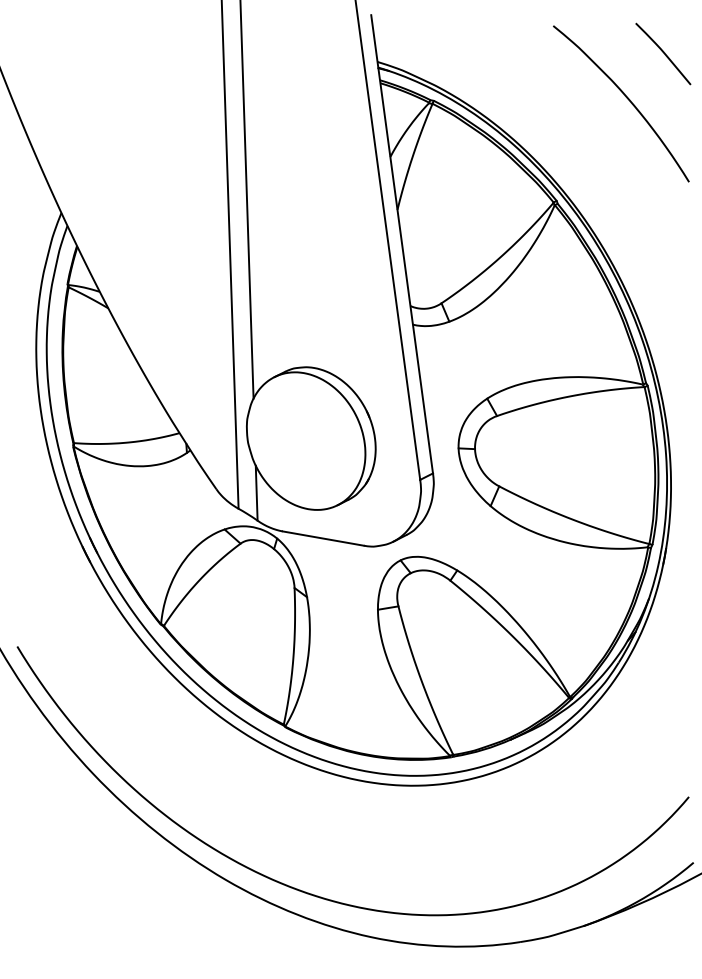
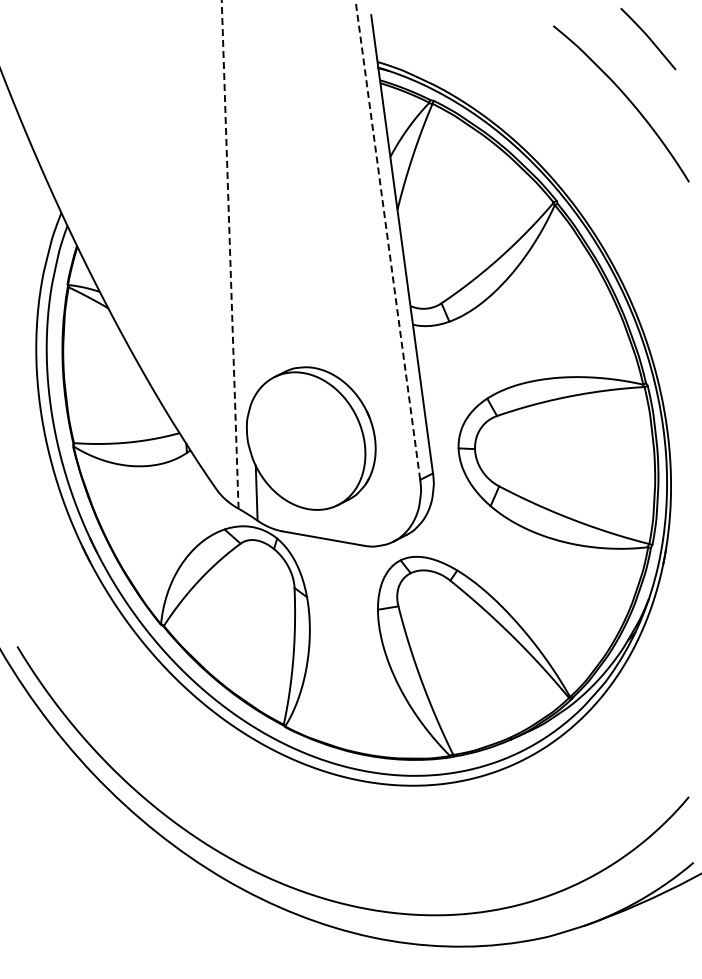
curve at (663, 53) position: (663, 53) -> (648, 38)
line at (246, 200): present -> none
line at (387, 240): solid -> dashed
line at (230, 253): solid -> dashed
